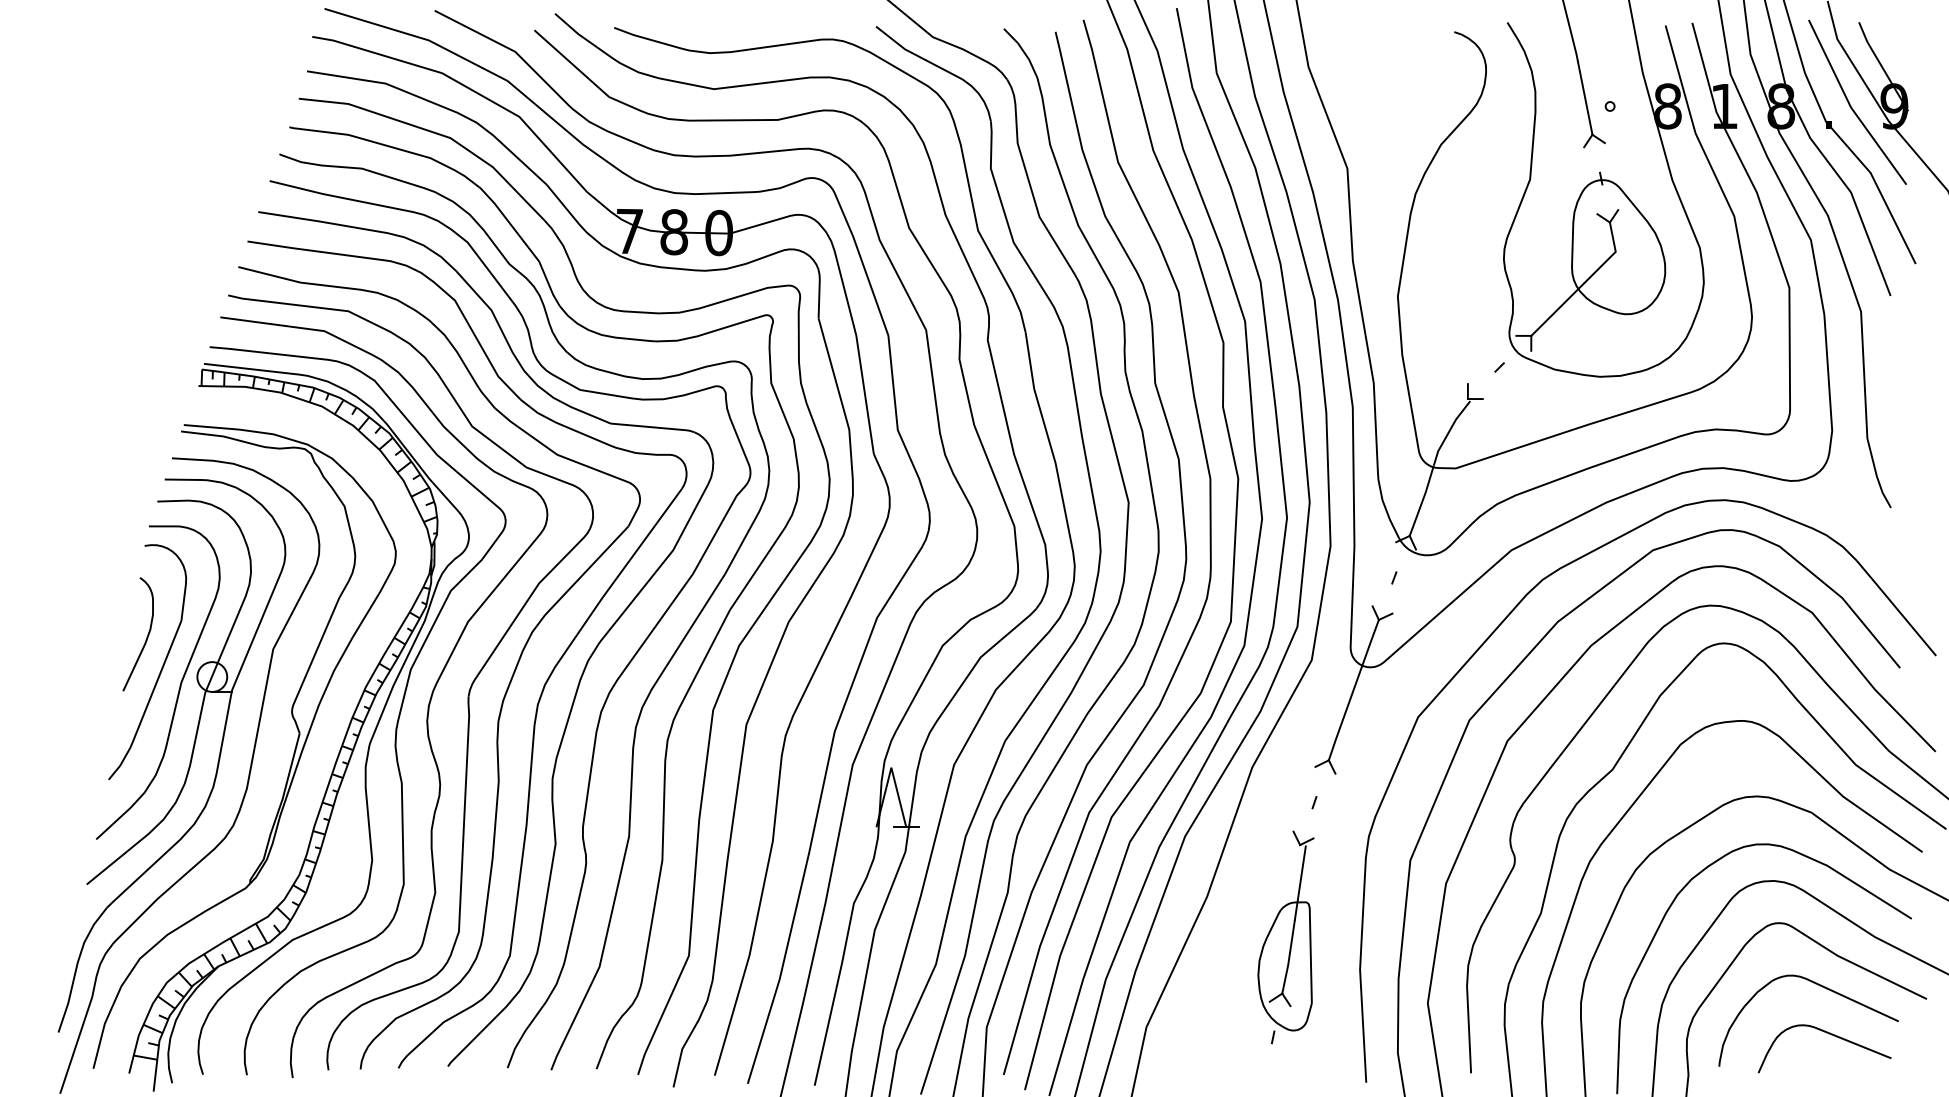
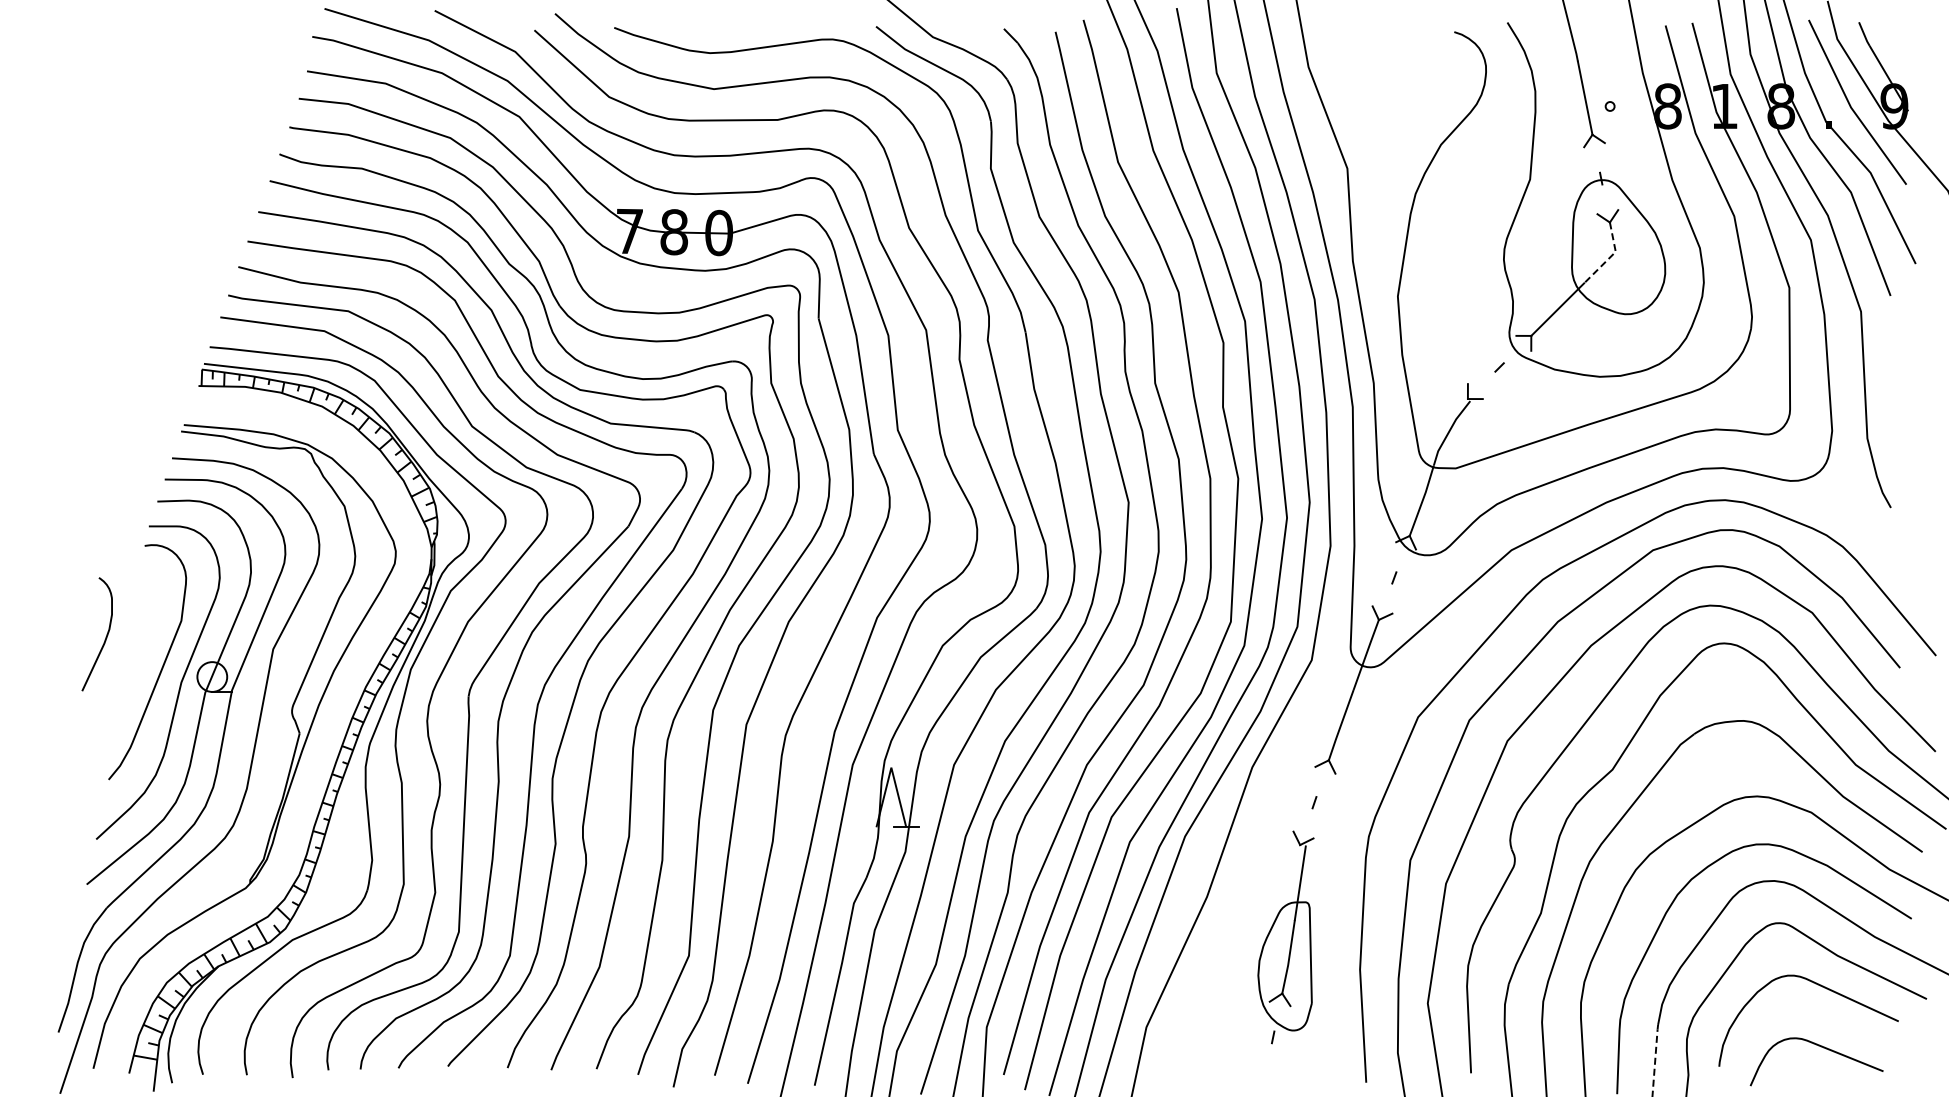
line at (1610, 256): solid -> dashed
curve at (146, 636) position: (146, 636) -> (105, 636)
part at (1831, 1035) position: (1831, 1035) -> (1823, 1048)
line at (1655, 1060): solid -> dashed
